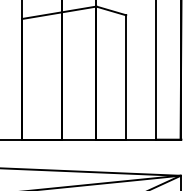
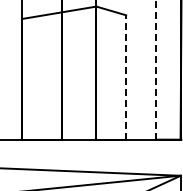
line at (155, 69): solid -> dashed
line at (126, 76): solid -> dashed
